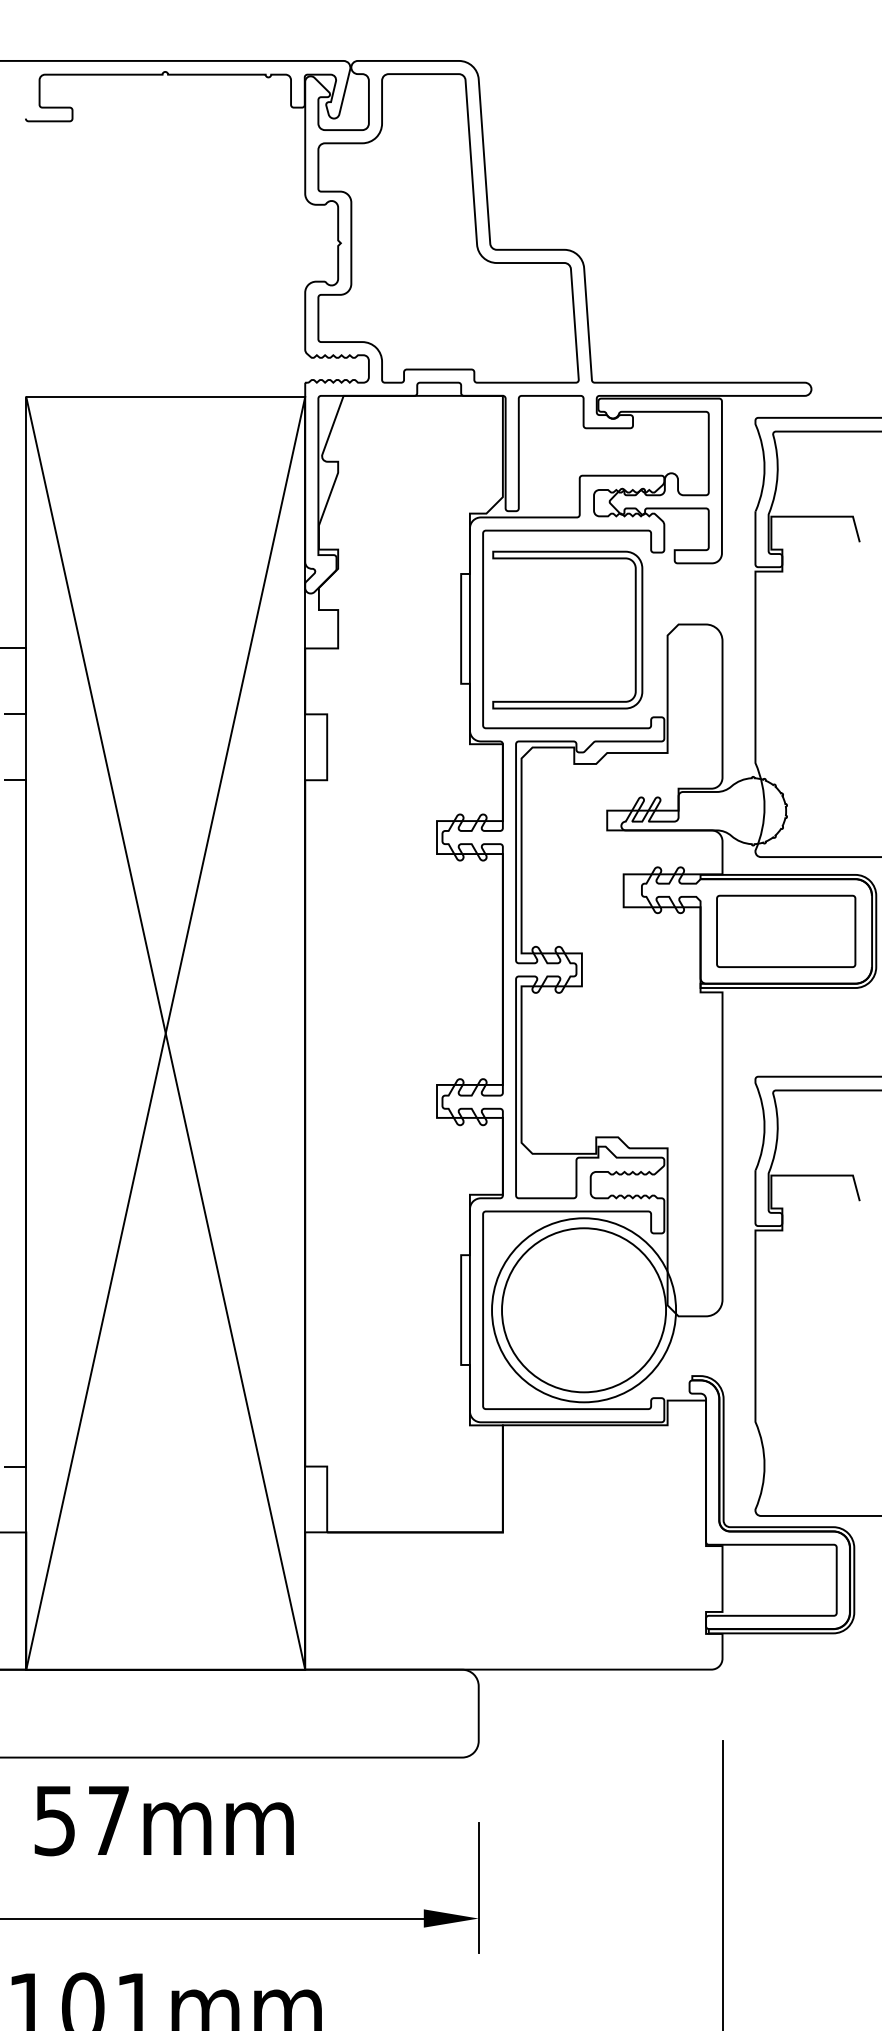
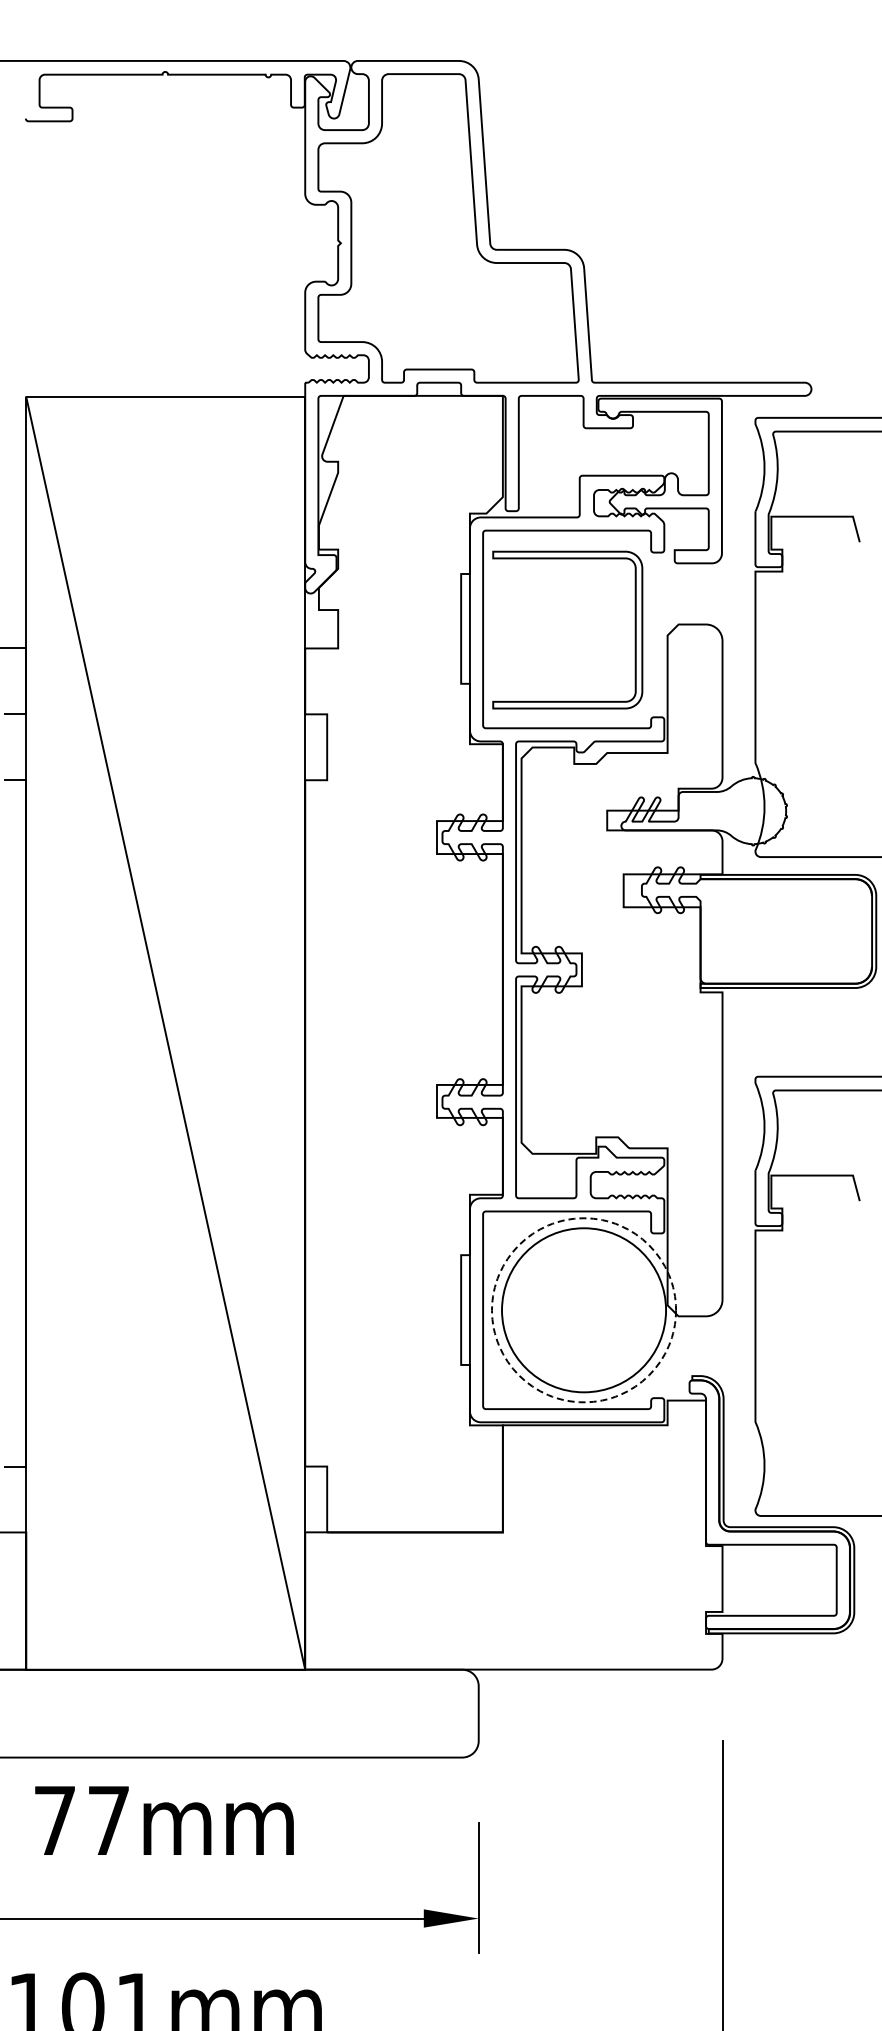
part at (786, 930): present -> none
line at (165, 1033): present -> none
circle at (584, 1310): solid -> dashed
text at (54, 1821): 57mm -> 77mm
